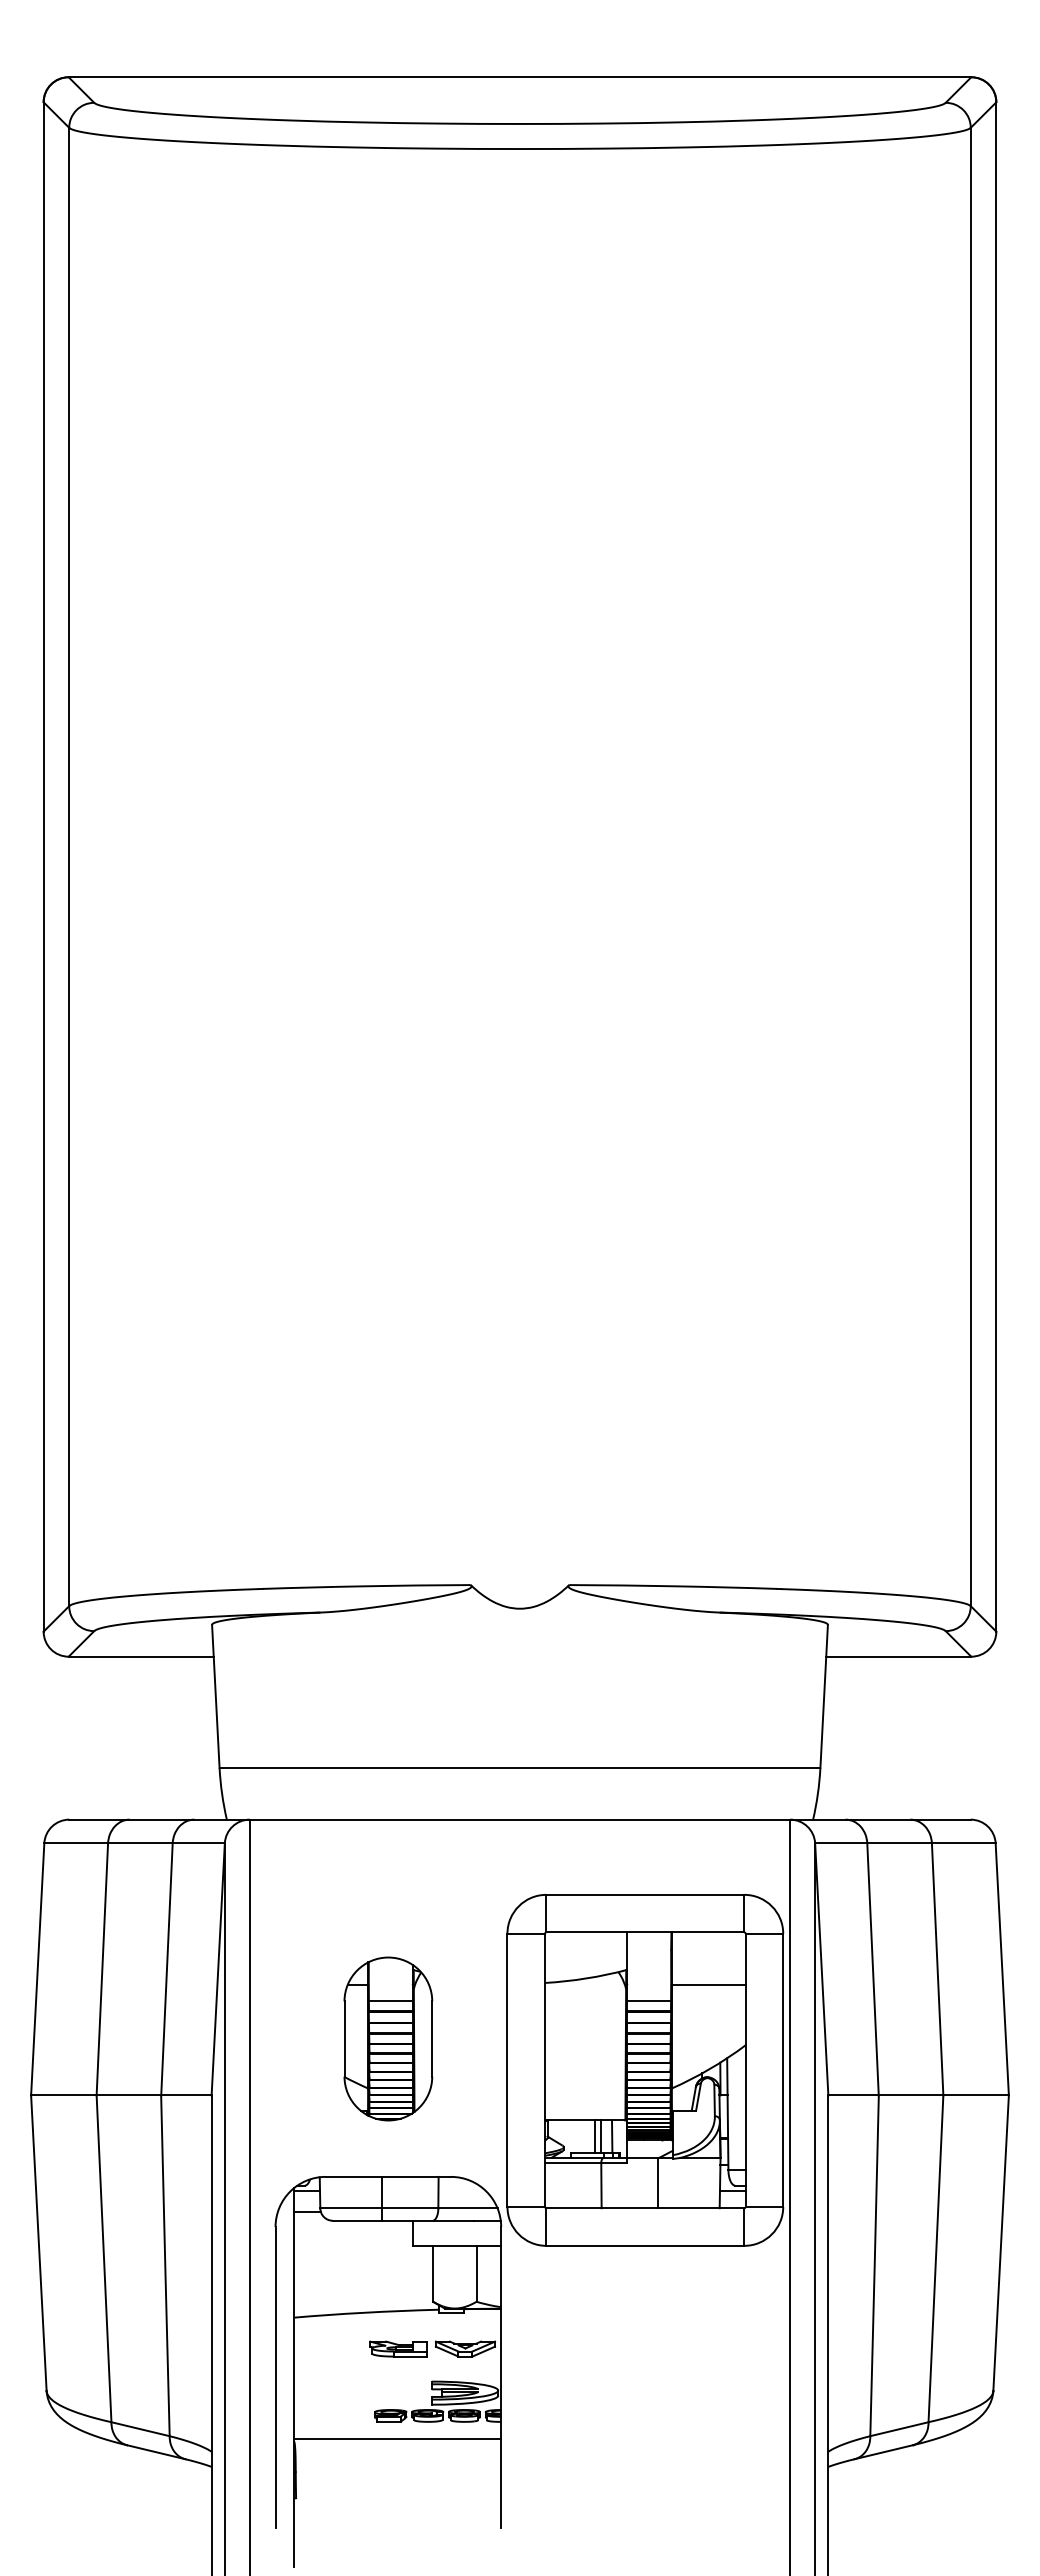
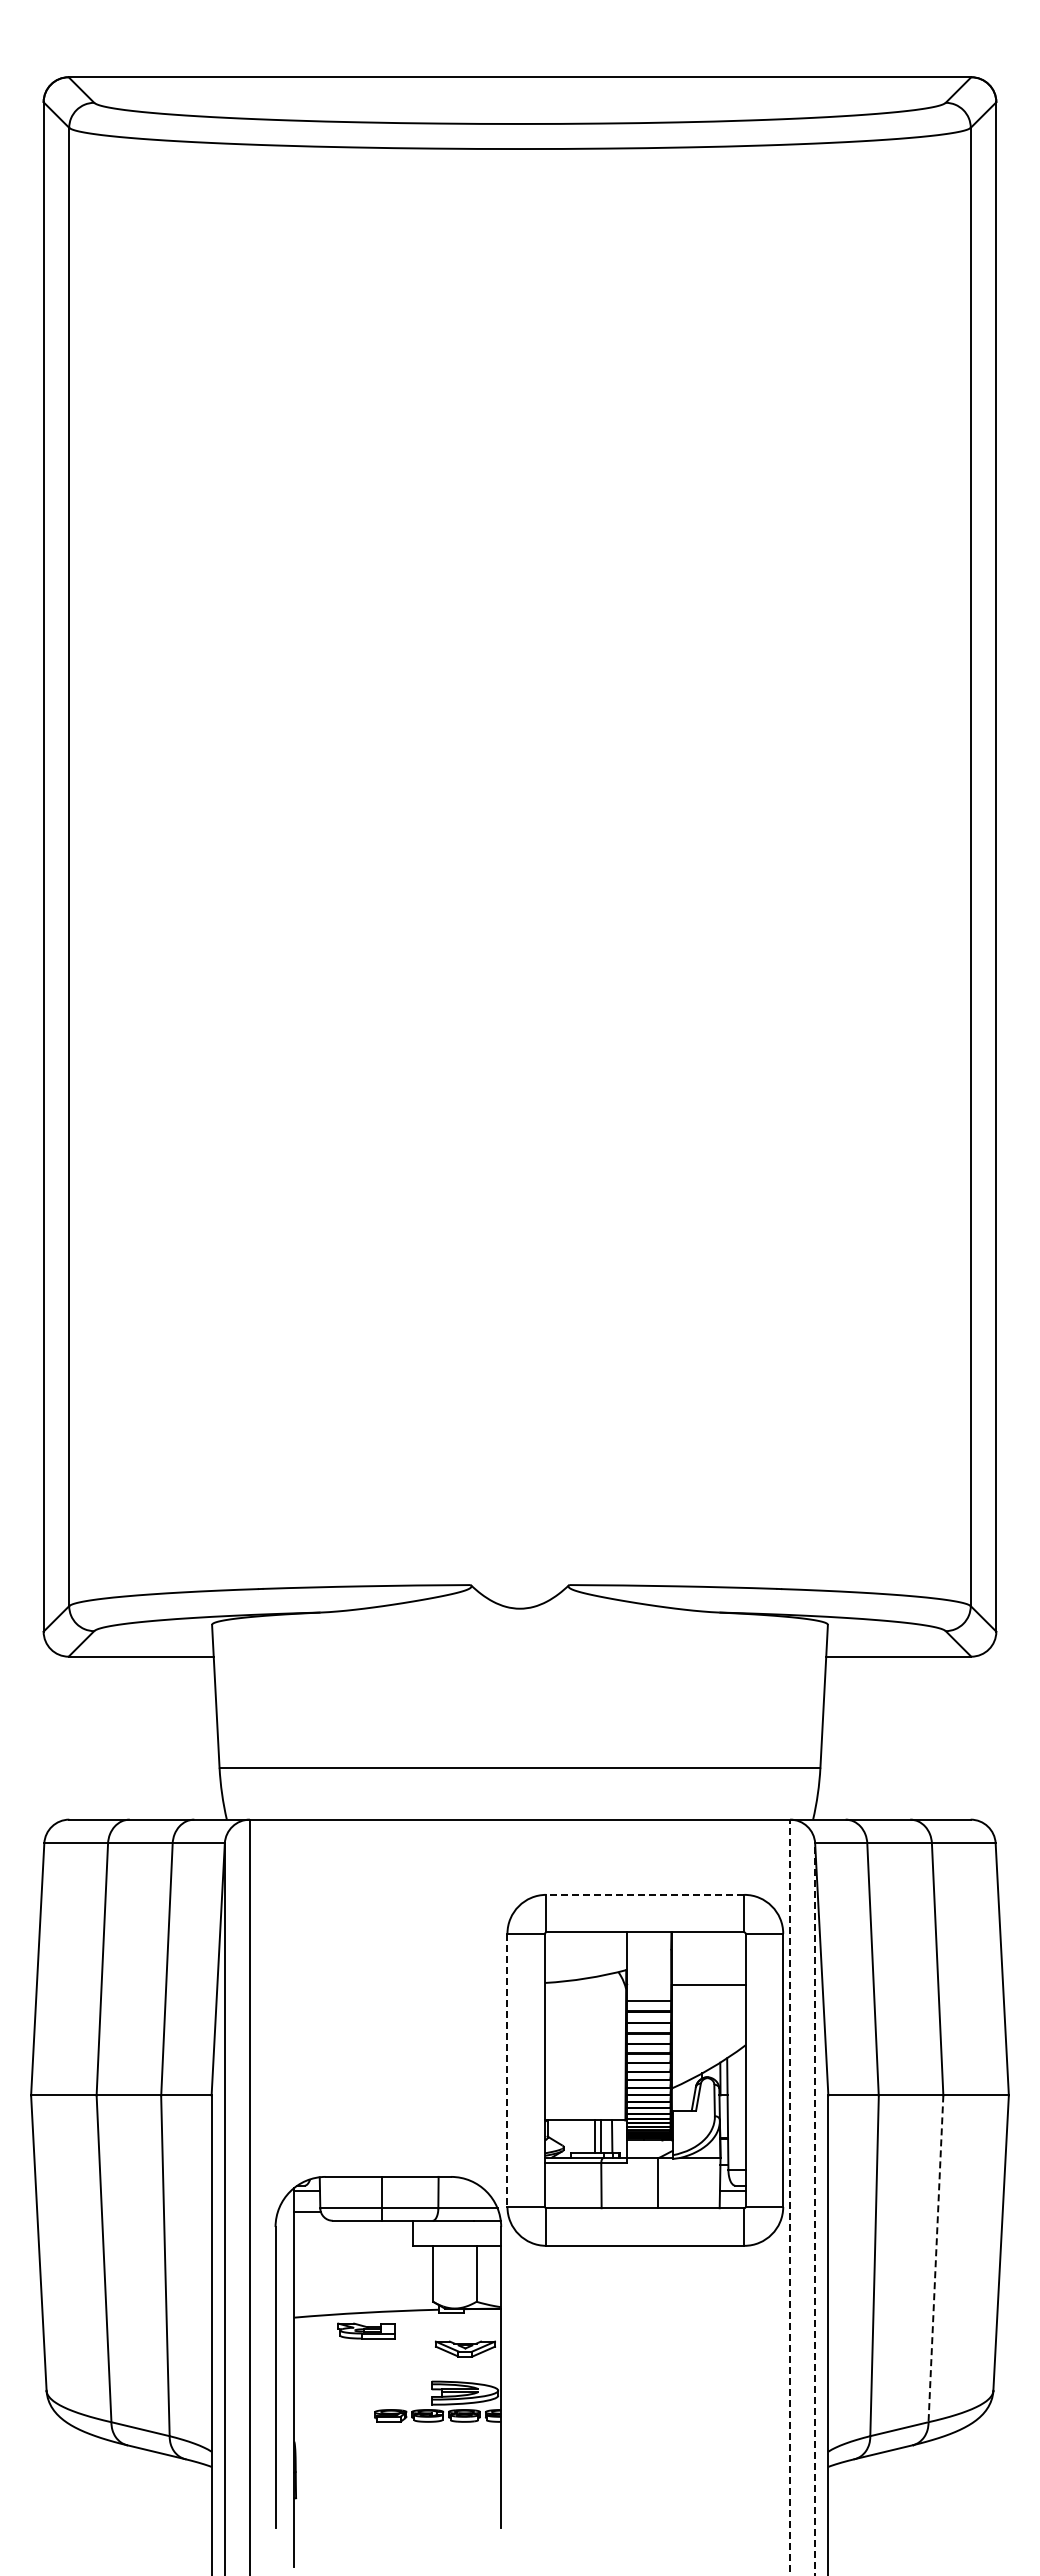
line at (644, 1894): solid -> dashed
part at (388, 2038): present -> none
line at (507, 2070): solid -> dashed
line at (790, 2197): solid -> dashed
line at (815, 2209): solid -> dashed
line at (935, 2258): solid -> dashed
part at (398, 2348) position: (398, 2348) -> (366, 2330)
line at (397, 2438): present -> none
